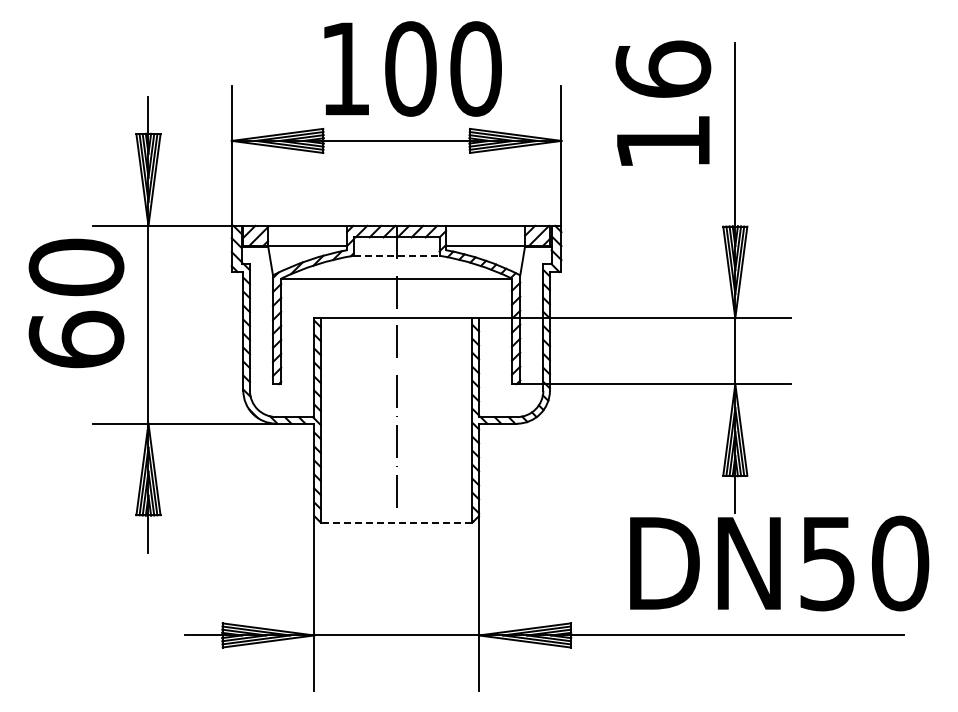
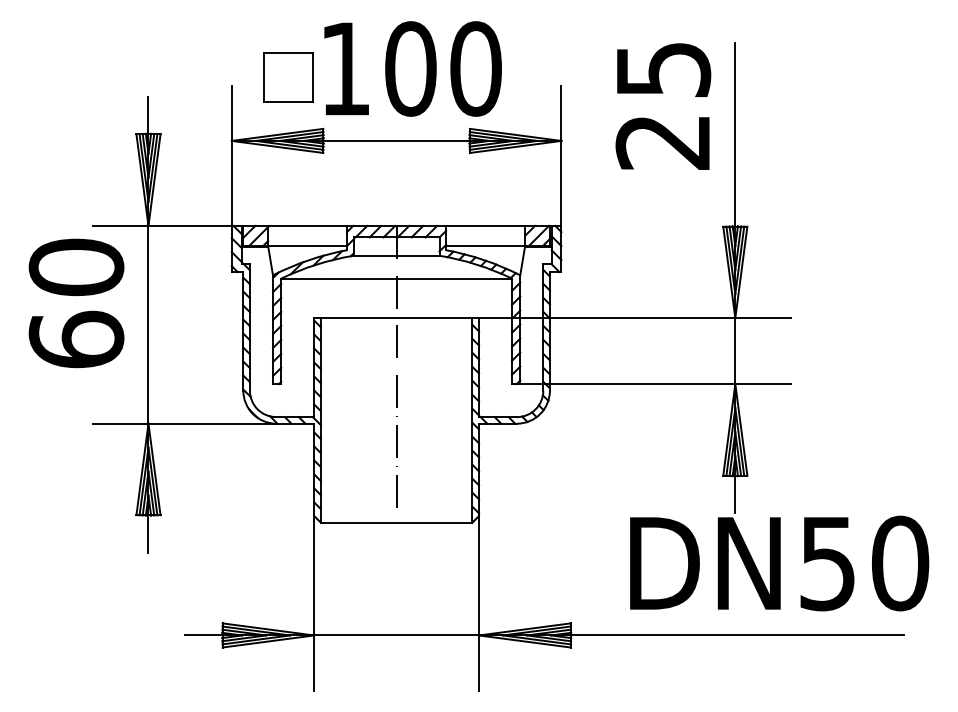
part at (288, 77): none -> present
text at (663, 104): 16 -> 25
line at (396, 255): dashed -> solid
line at (396, 522): dashed -> solid
